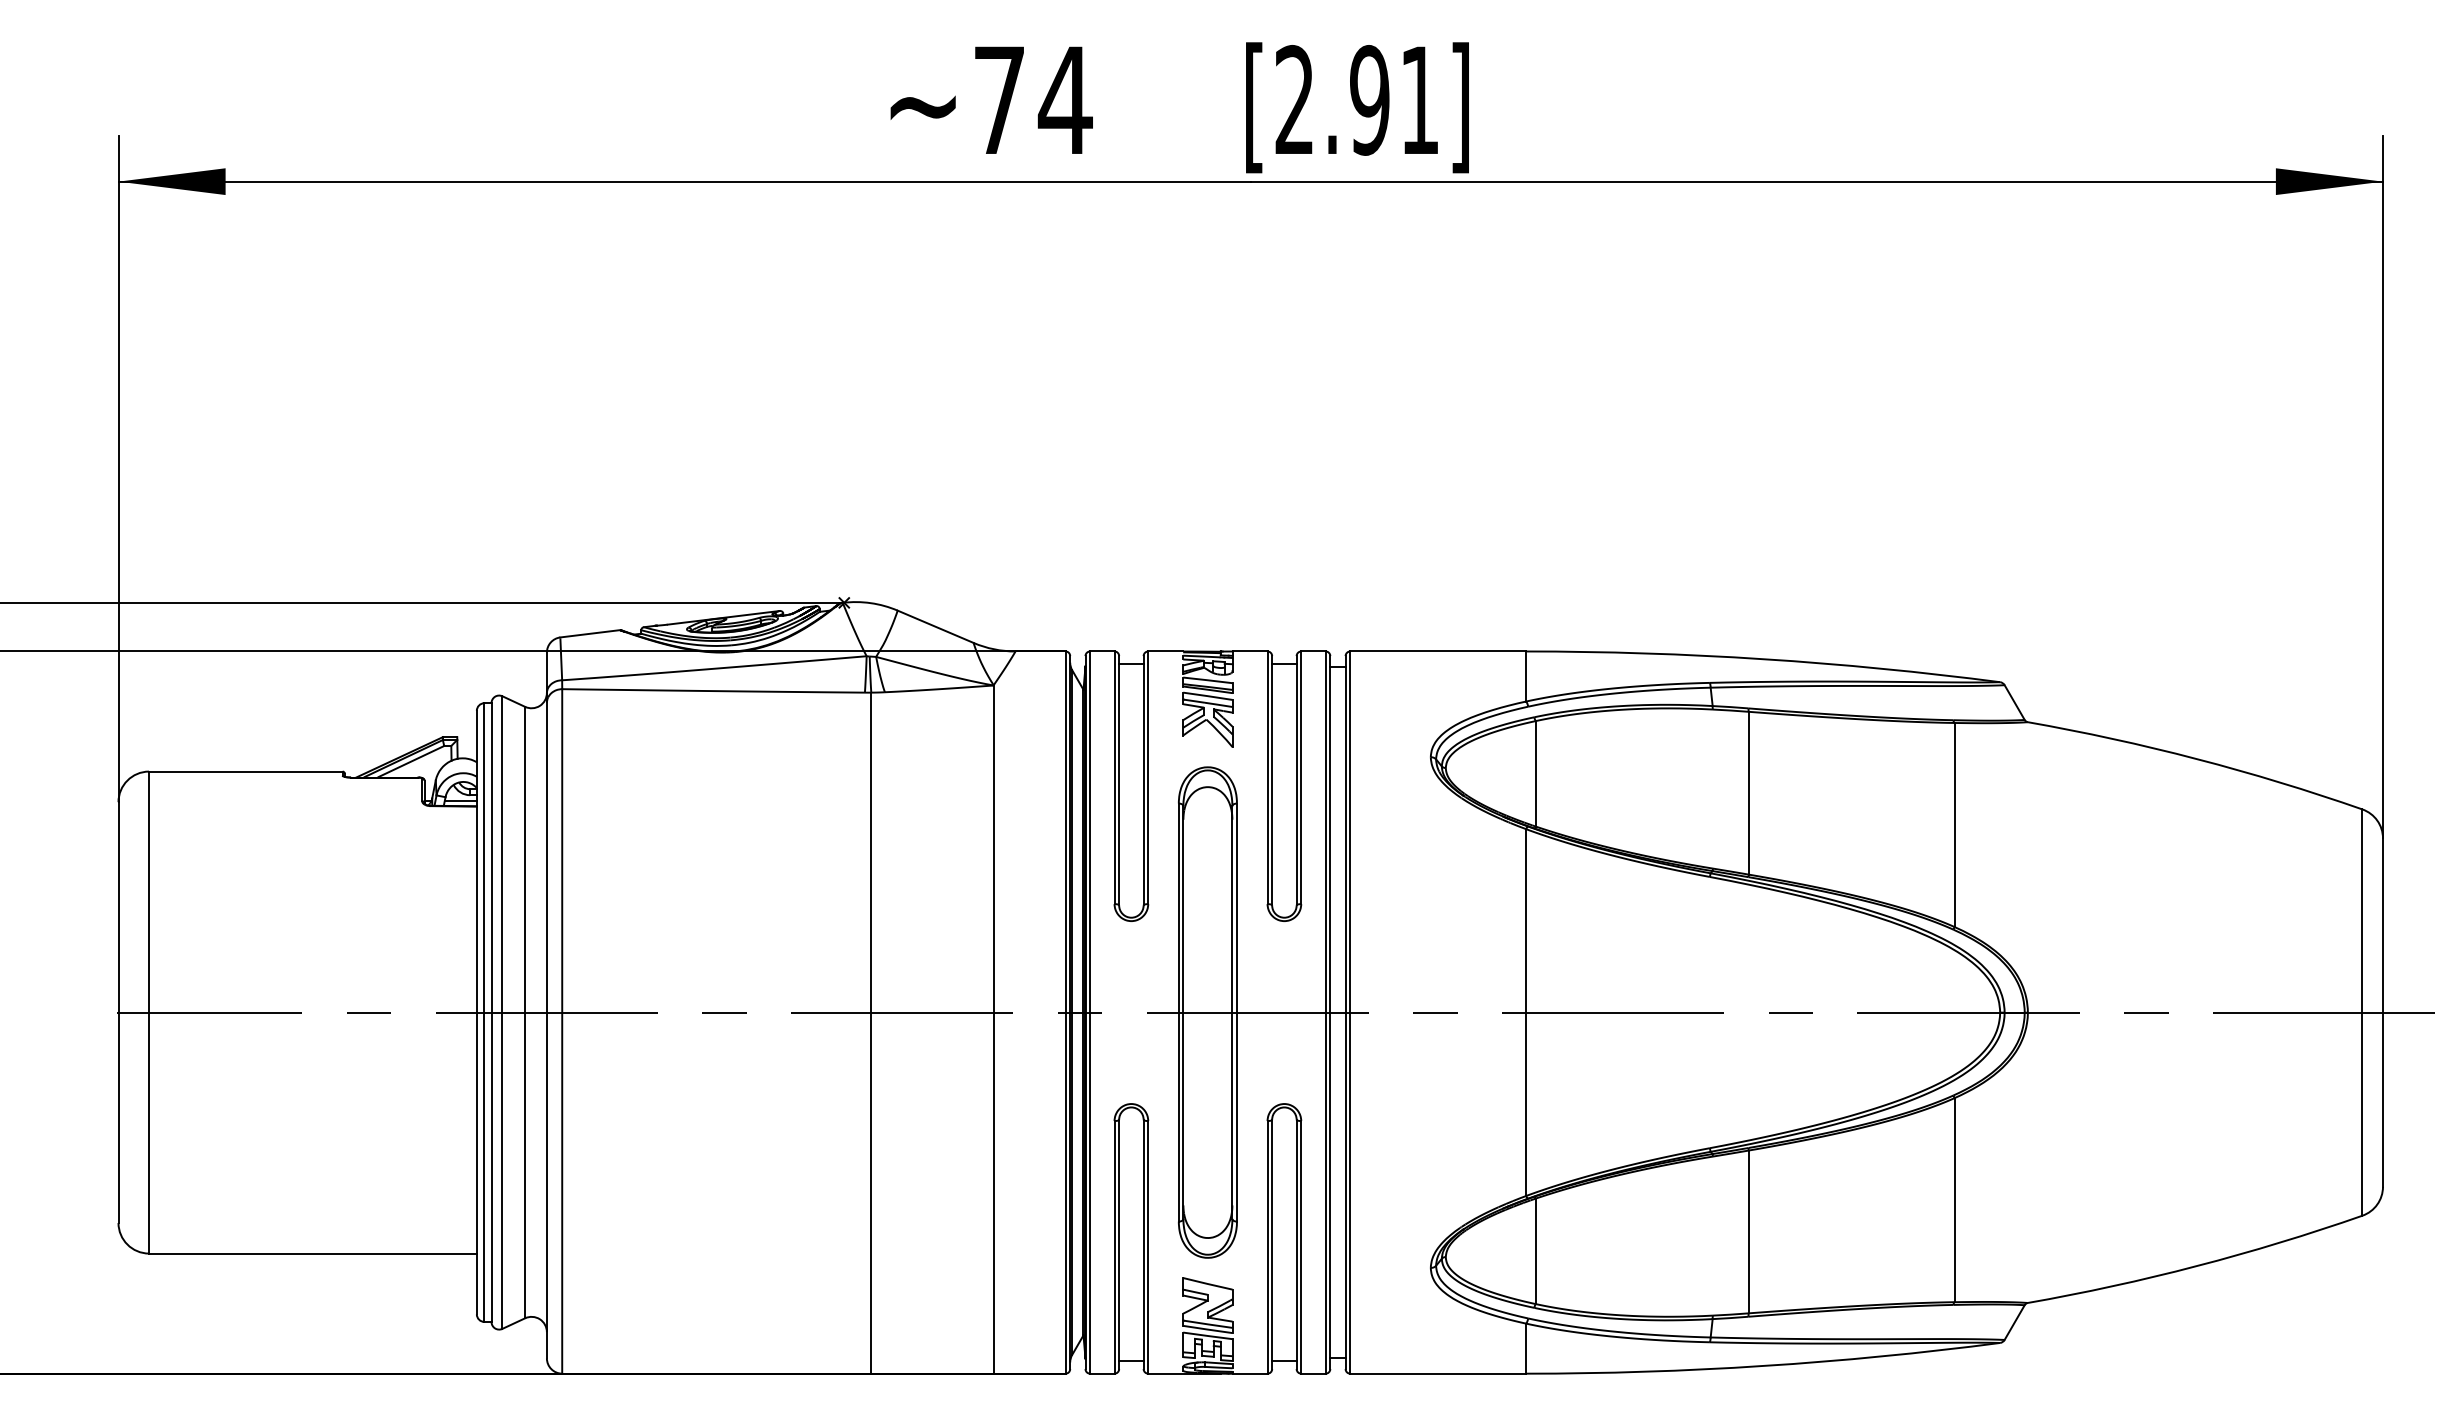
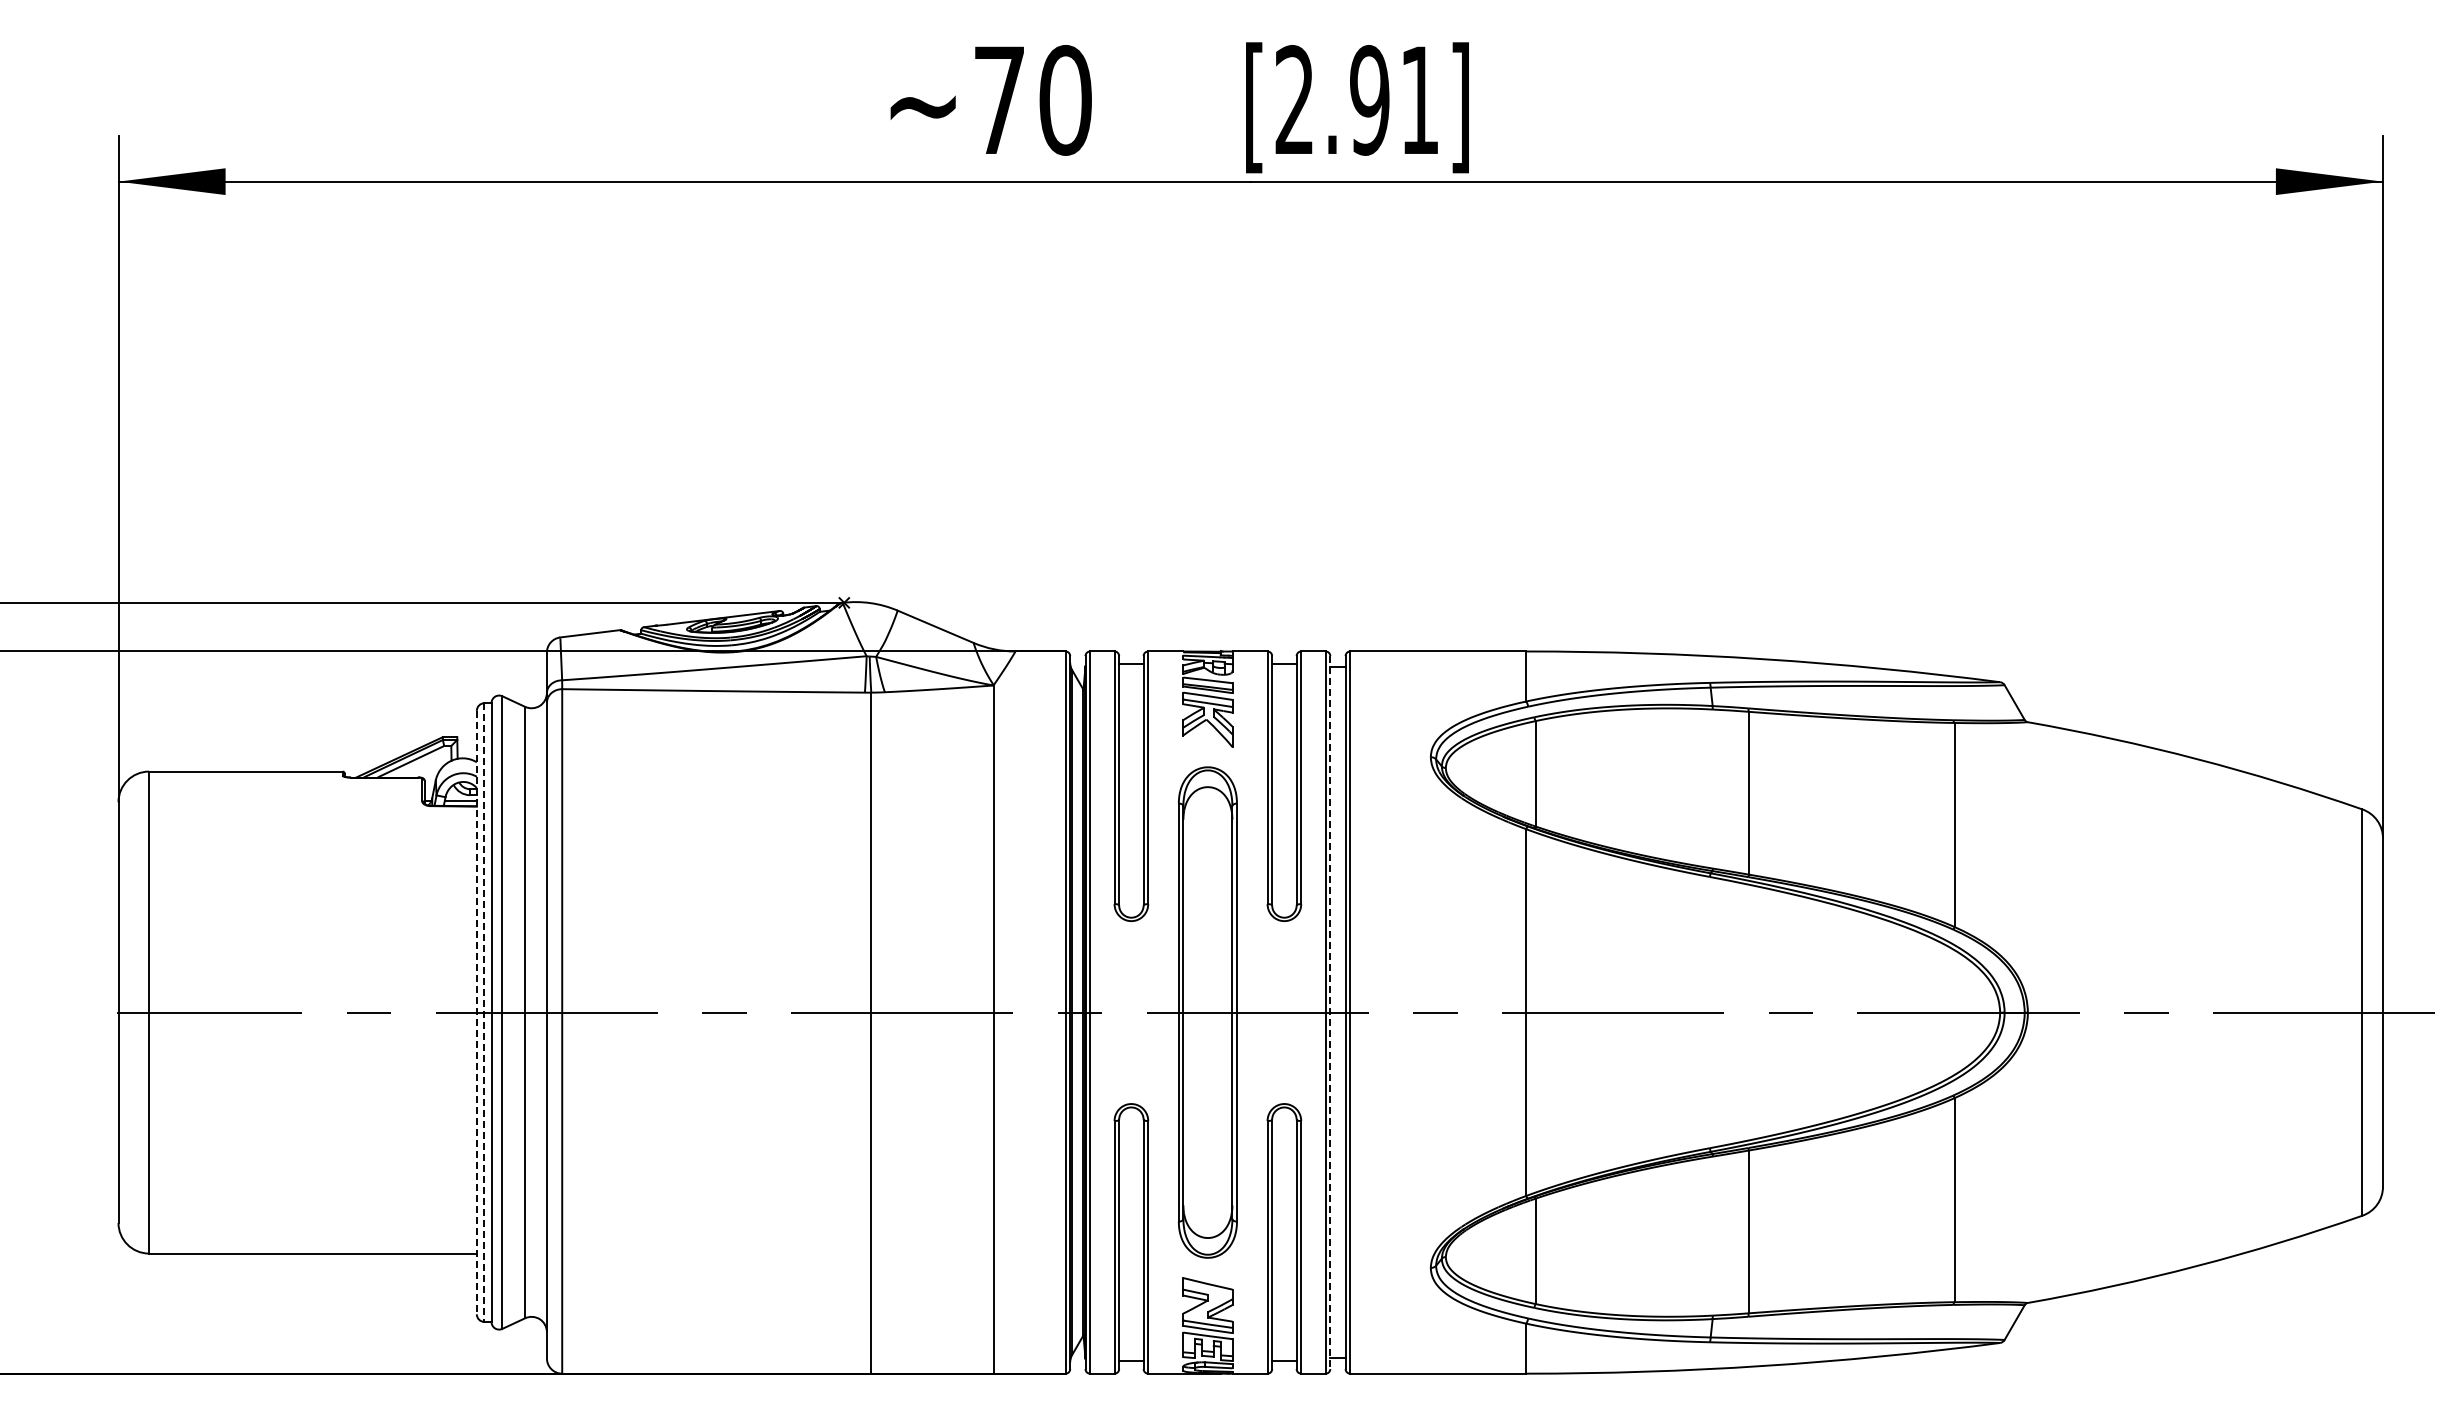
text at (1064, 100): ~74 -> ~70
line at (476, 1012): solid -> dashed
line at (1330, 1012): solid -> dashed
line at (484, 1013): solid -> dashed
